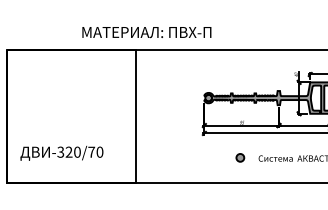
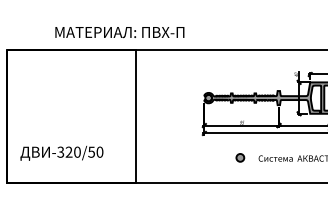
text at (146, 32) position: (146, 32) -> (119, 32)
text at (91, 151): -320/70 -> -320/50
